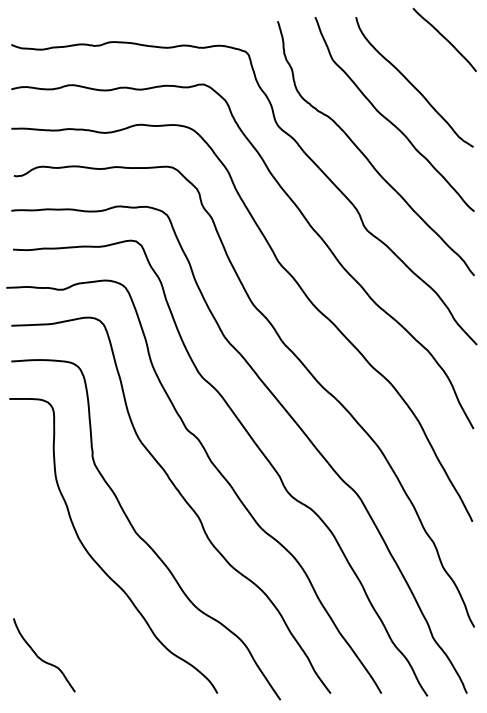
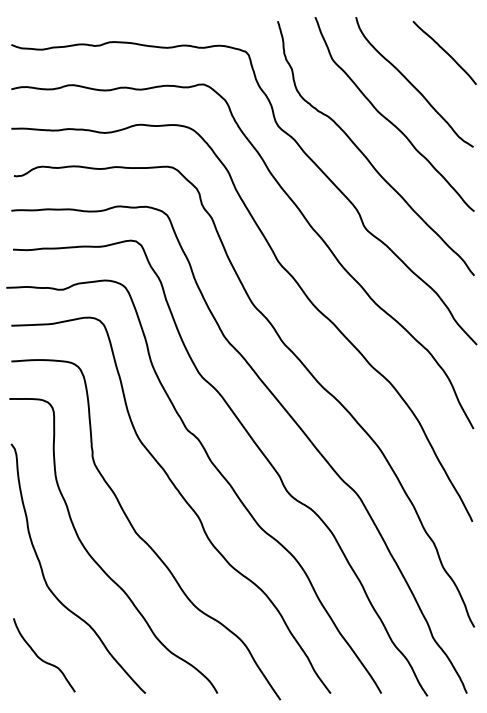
curve at (444, 38) position: (444, 38) -> (444, 51)
curve at (45, 578): none -> present
